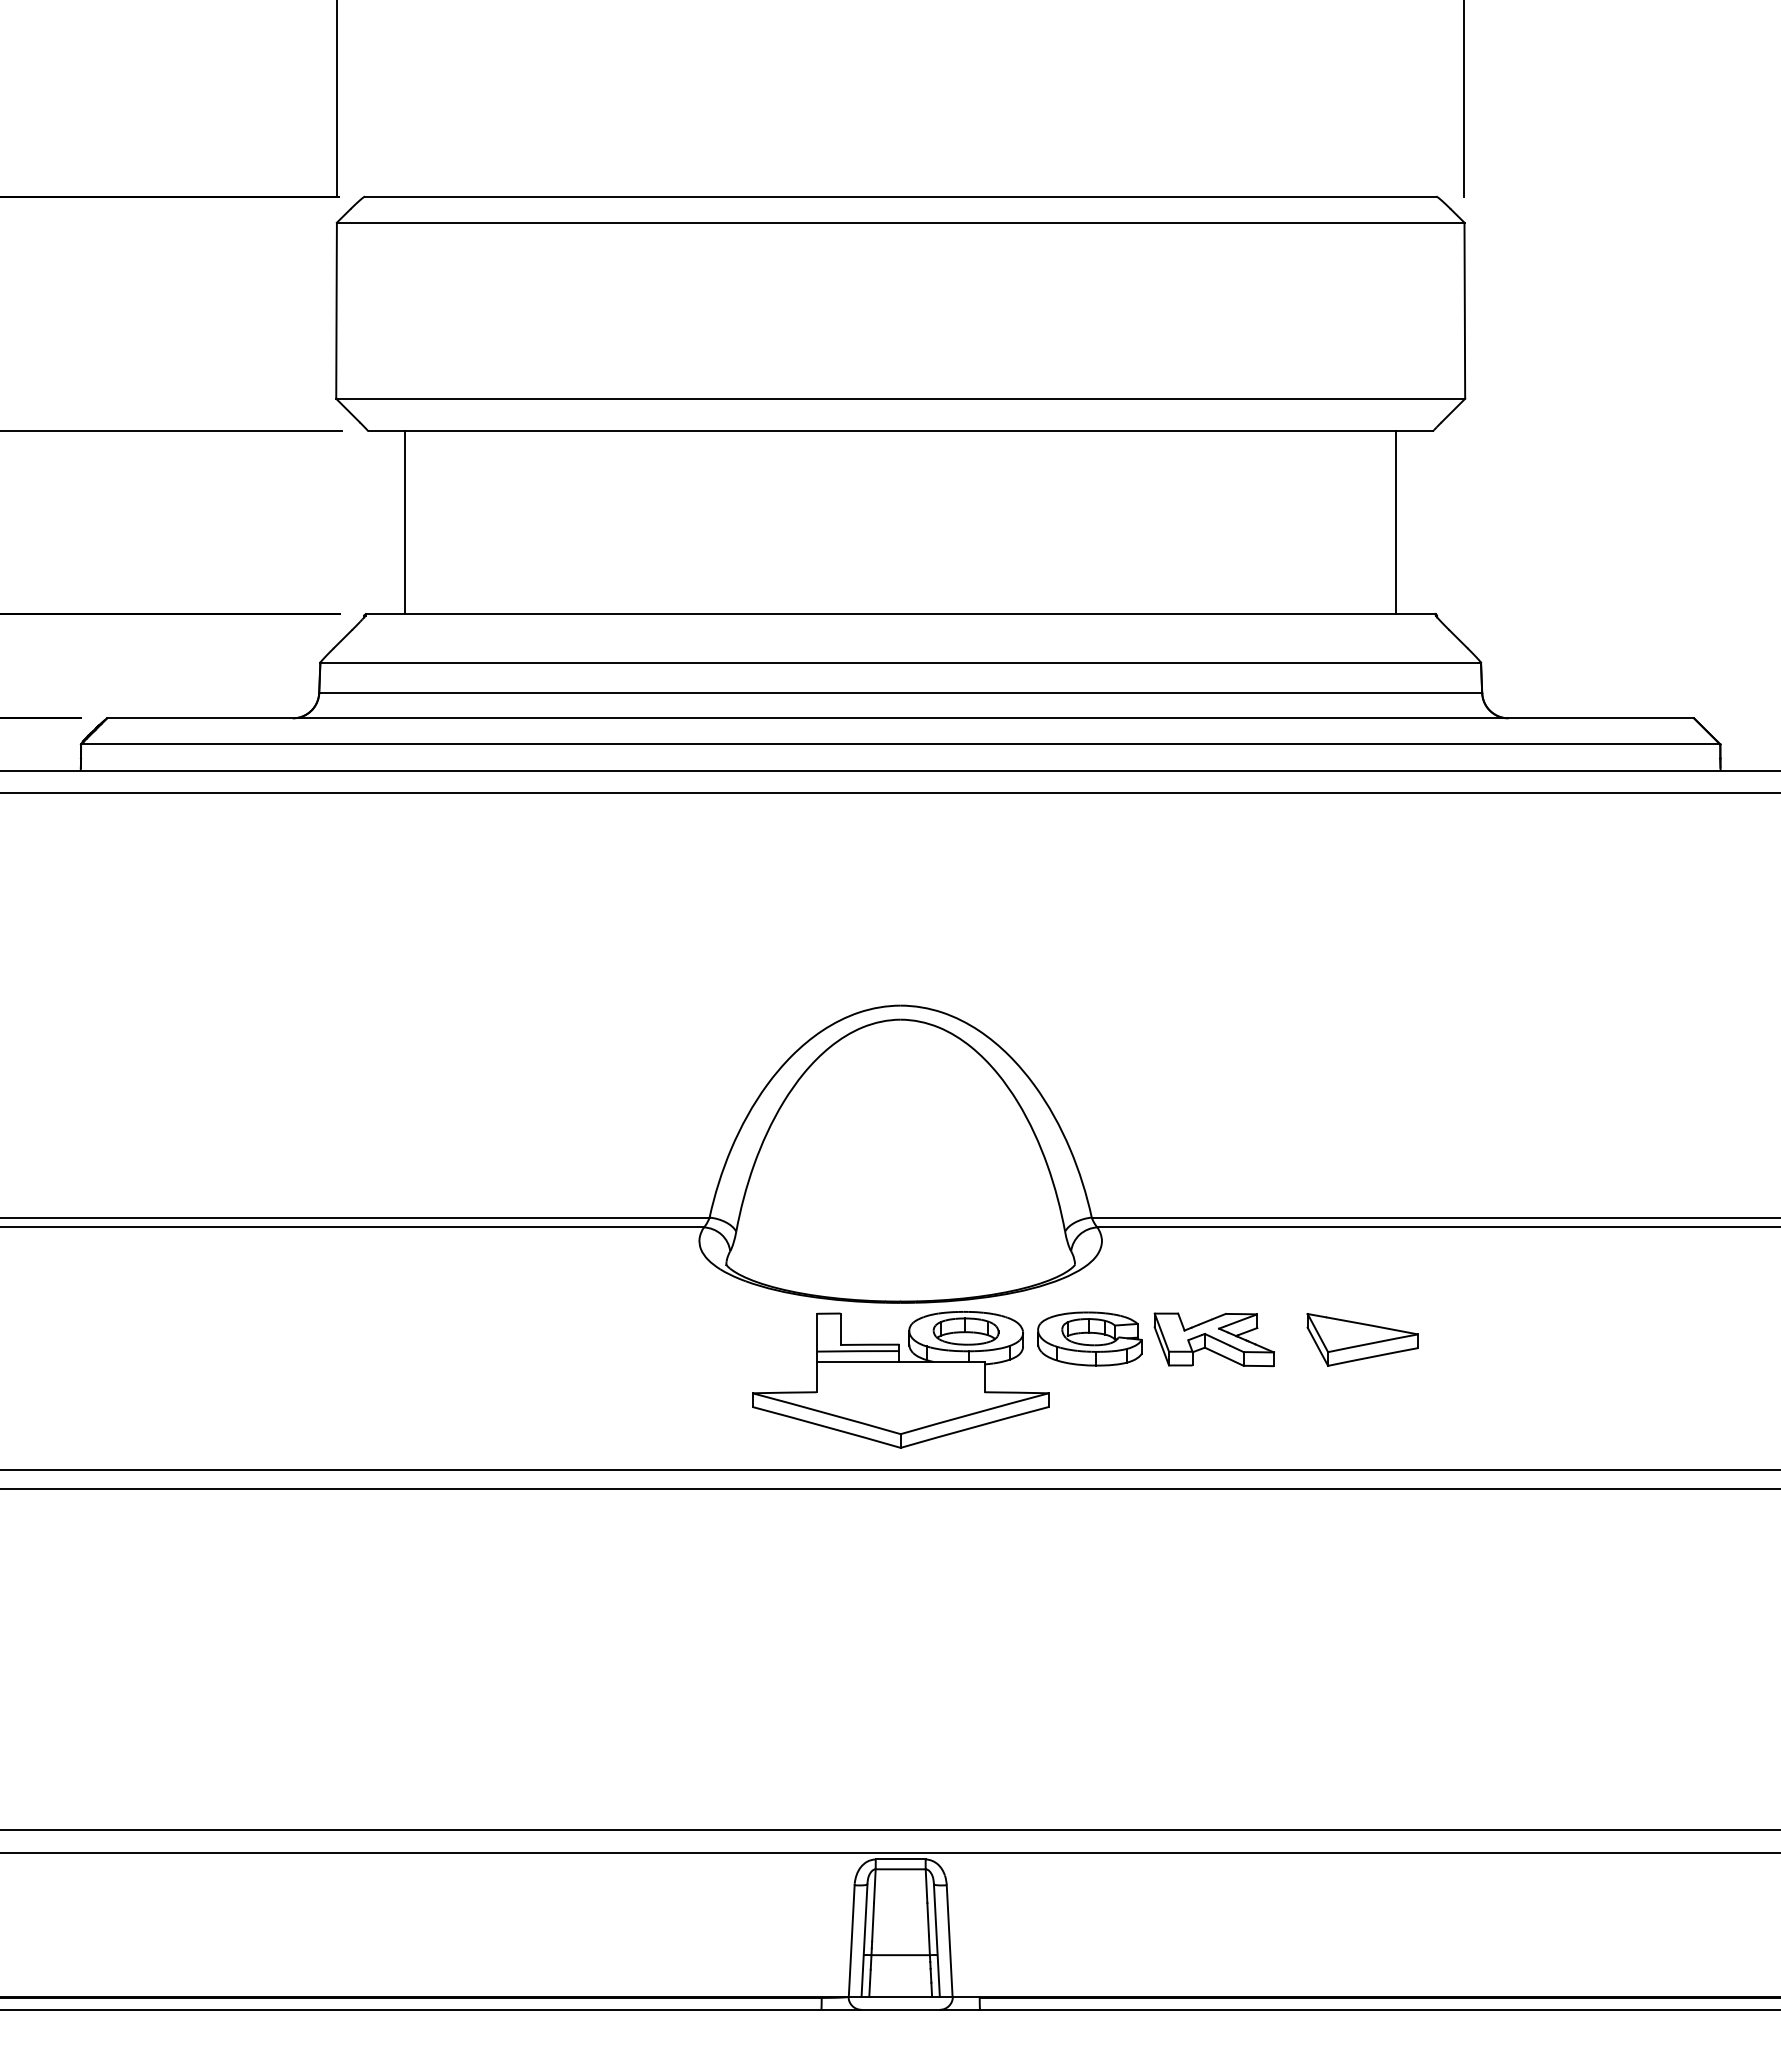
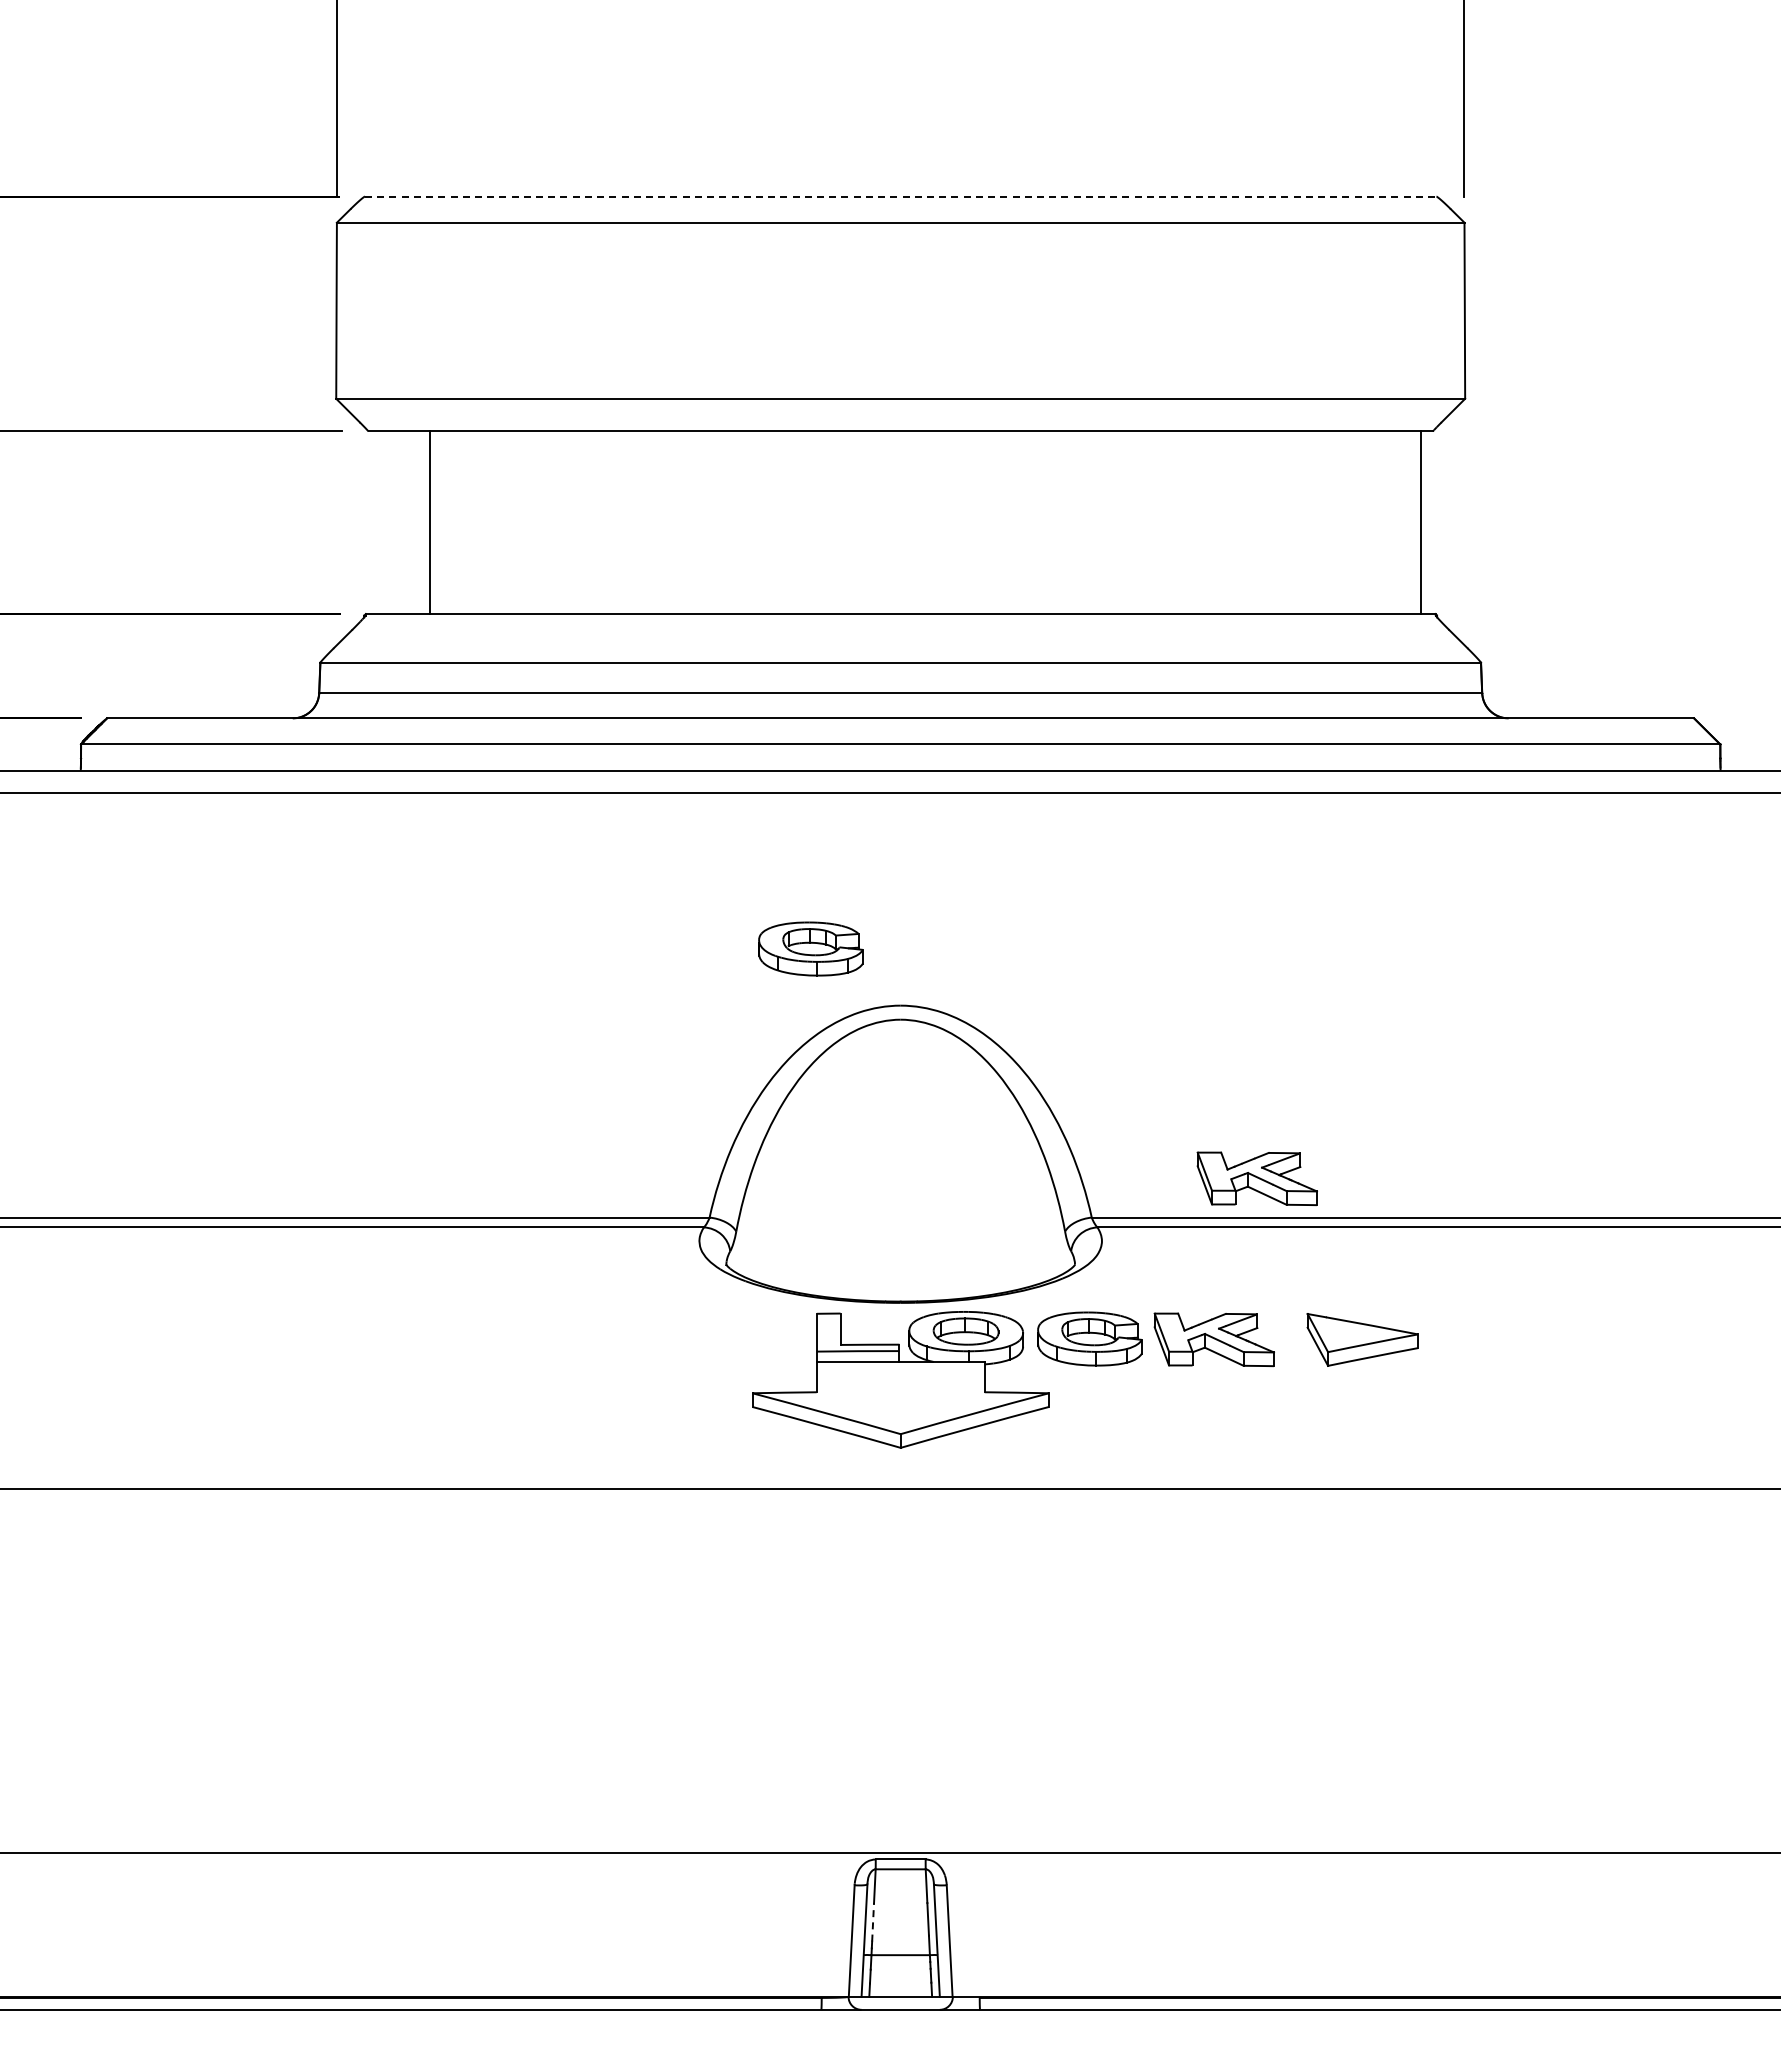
line at (900, 196): solid -> dashed
line at (405, 522) position: (405, 522) -> (430, 522)
line at (1396, 522) position: (1396, 522) -> (1421, 522)
part at (810, 948): none -> present
part at (1256, 1178): none -> present
line at (889, 1469): present -> none
line at (889, 1829): present -> none
line at (873, 1921): solid -> dashed
